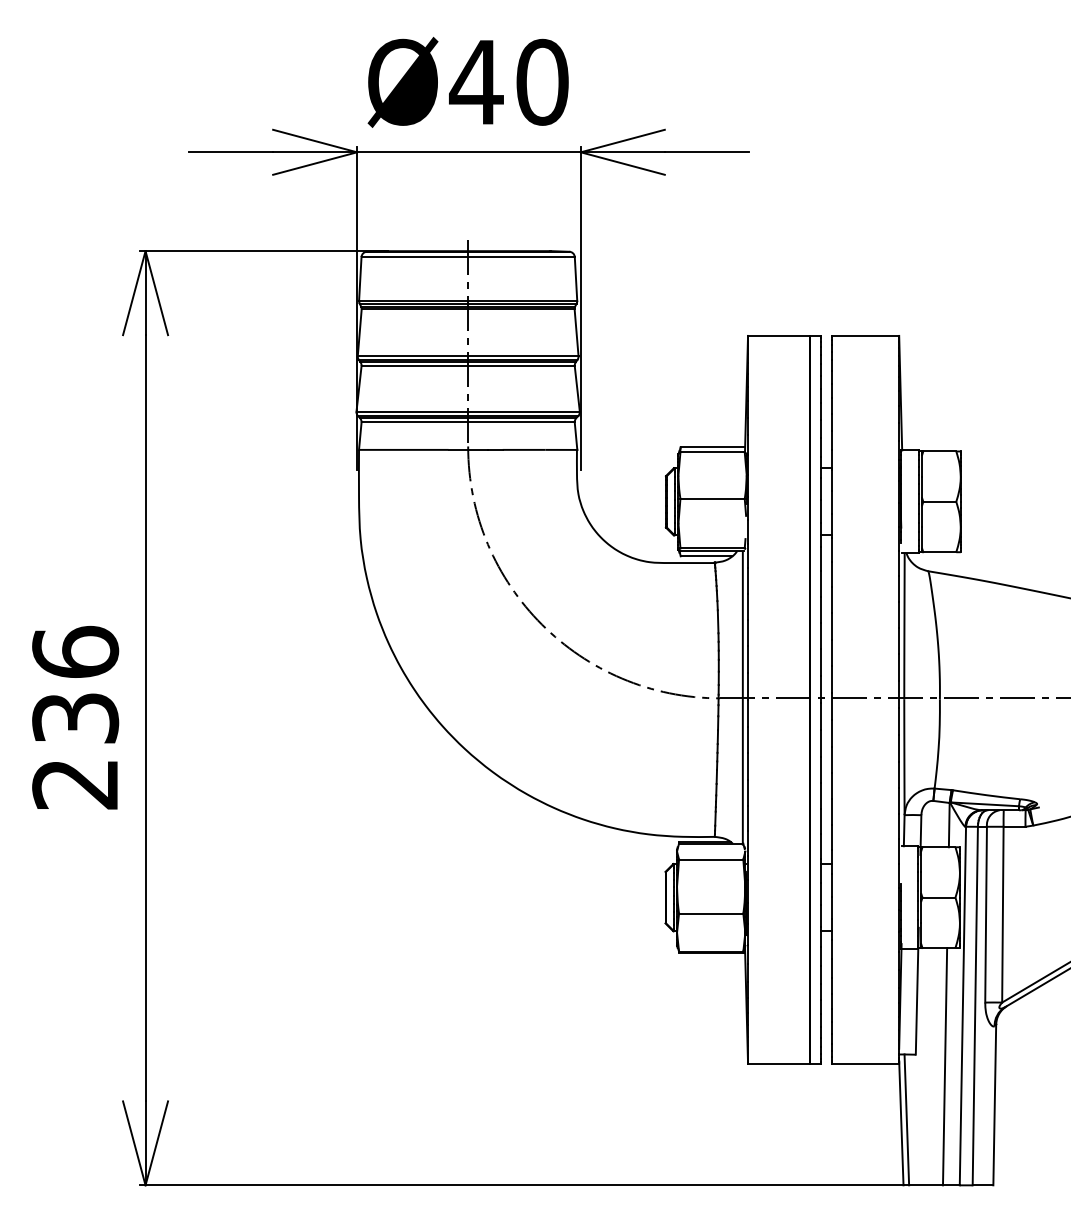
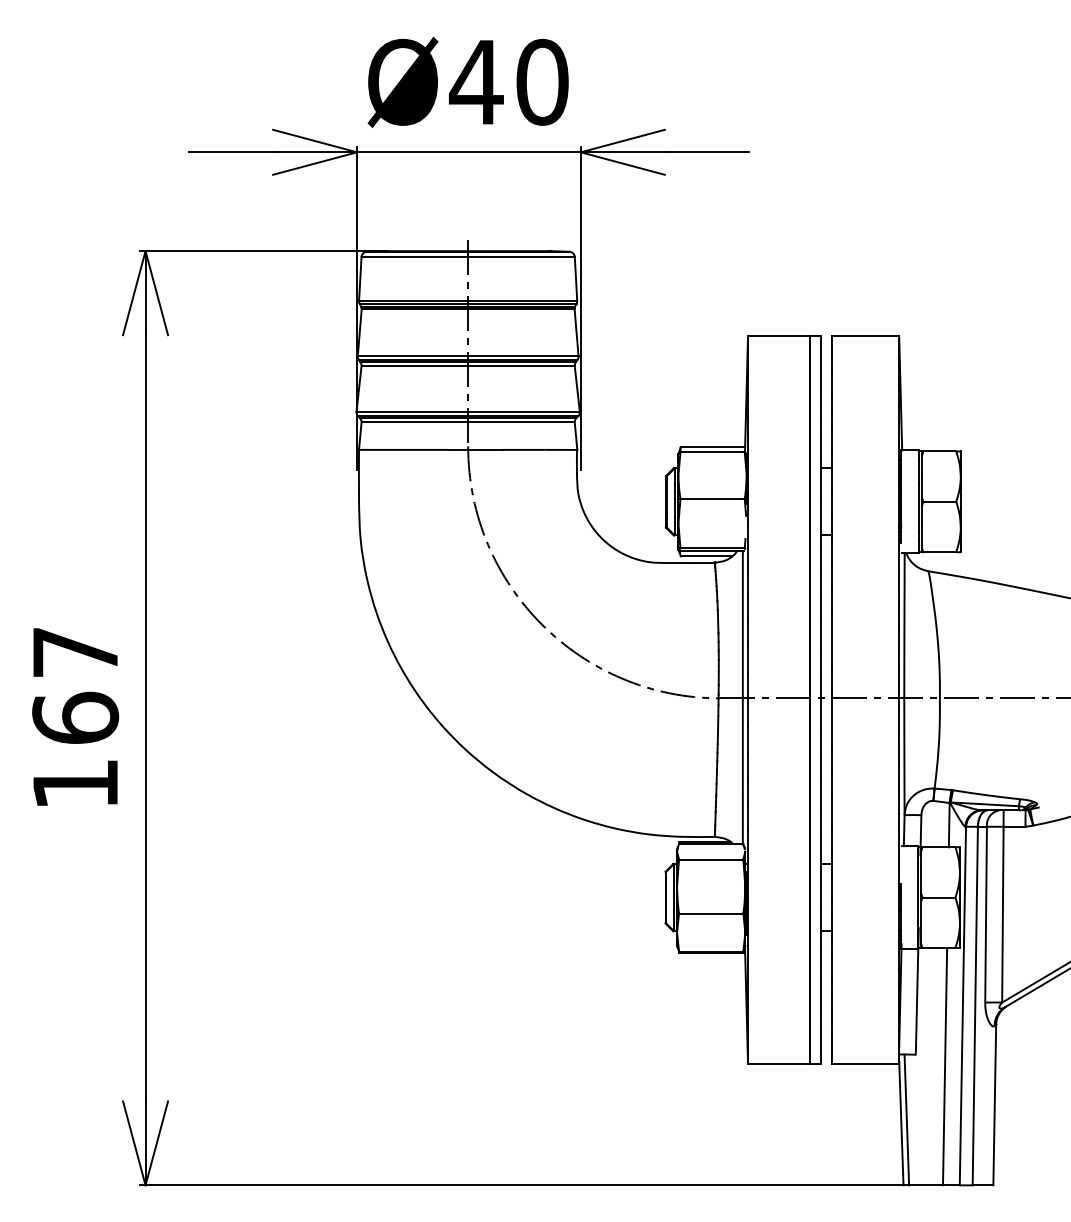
text at (75, 717): 236 -> 167
